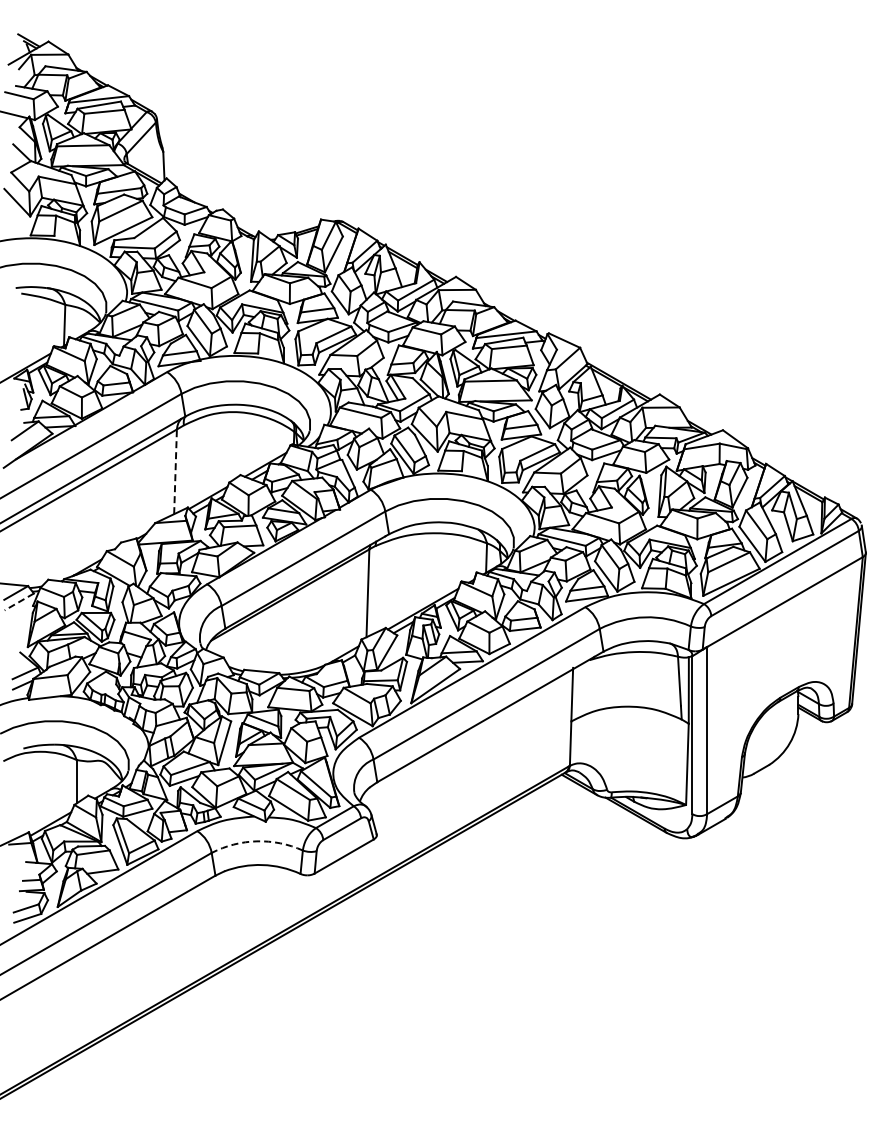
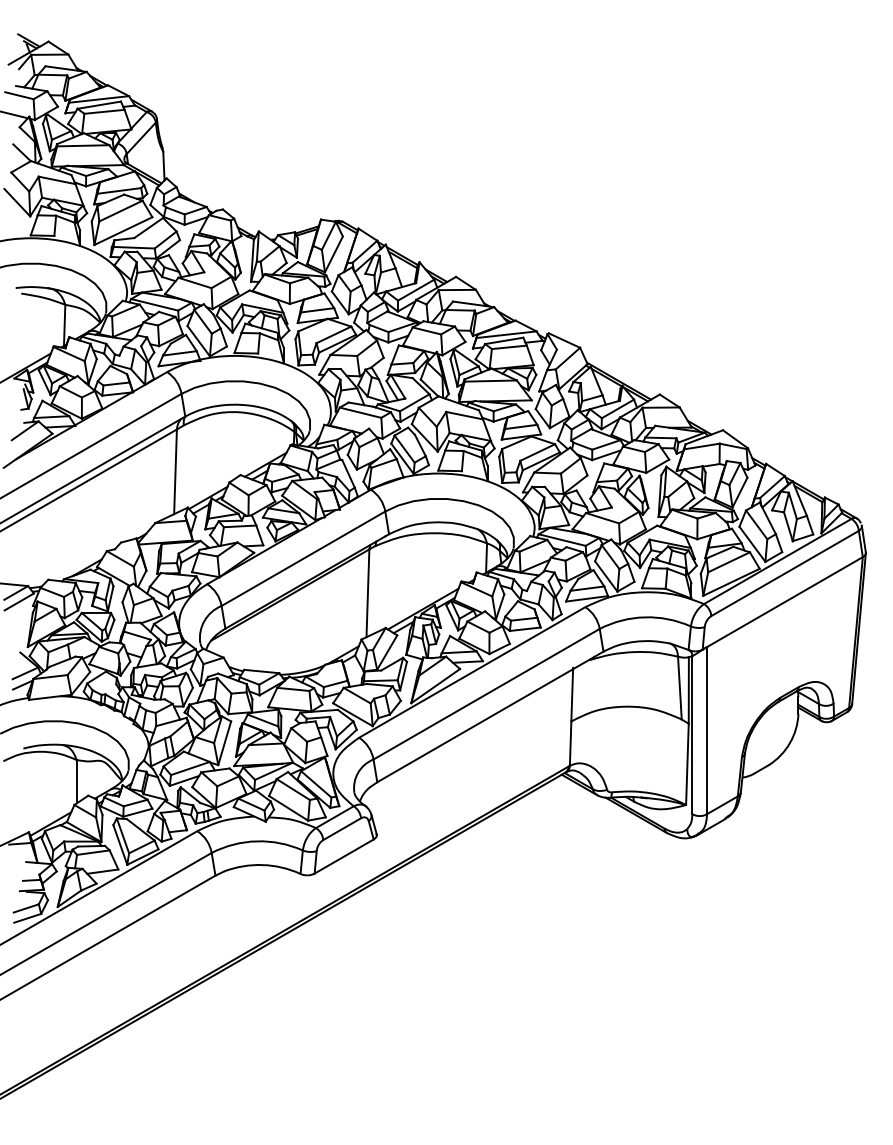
line at (175, 471): dashed -> solid
line at (19, 601): dashed -> solid
arc at (256, 841): dashed -> solid
